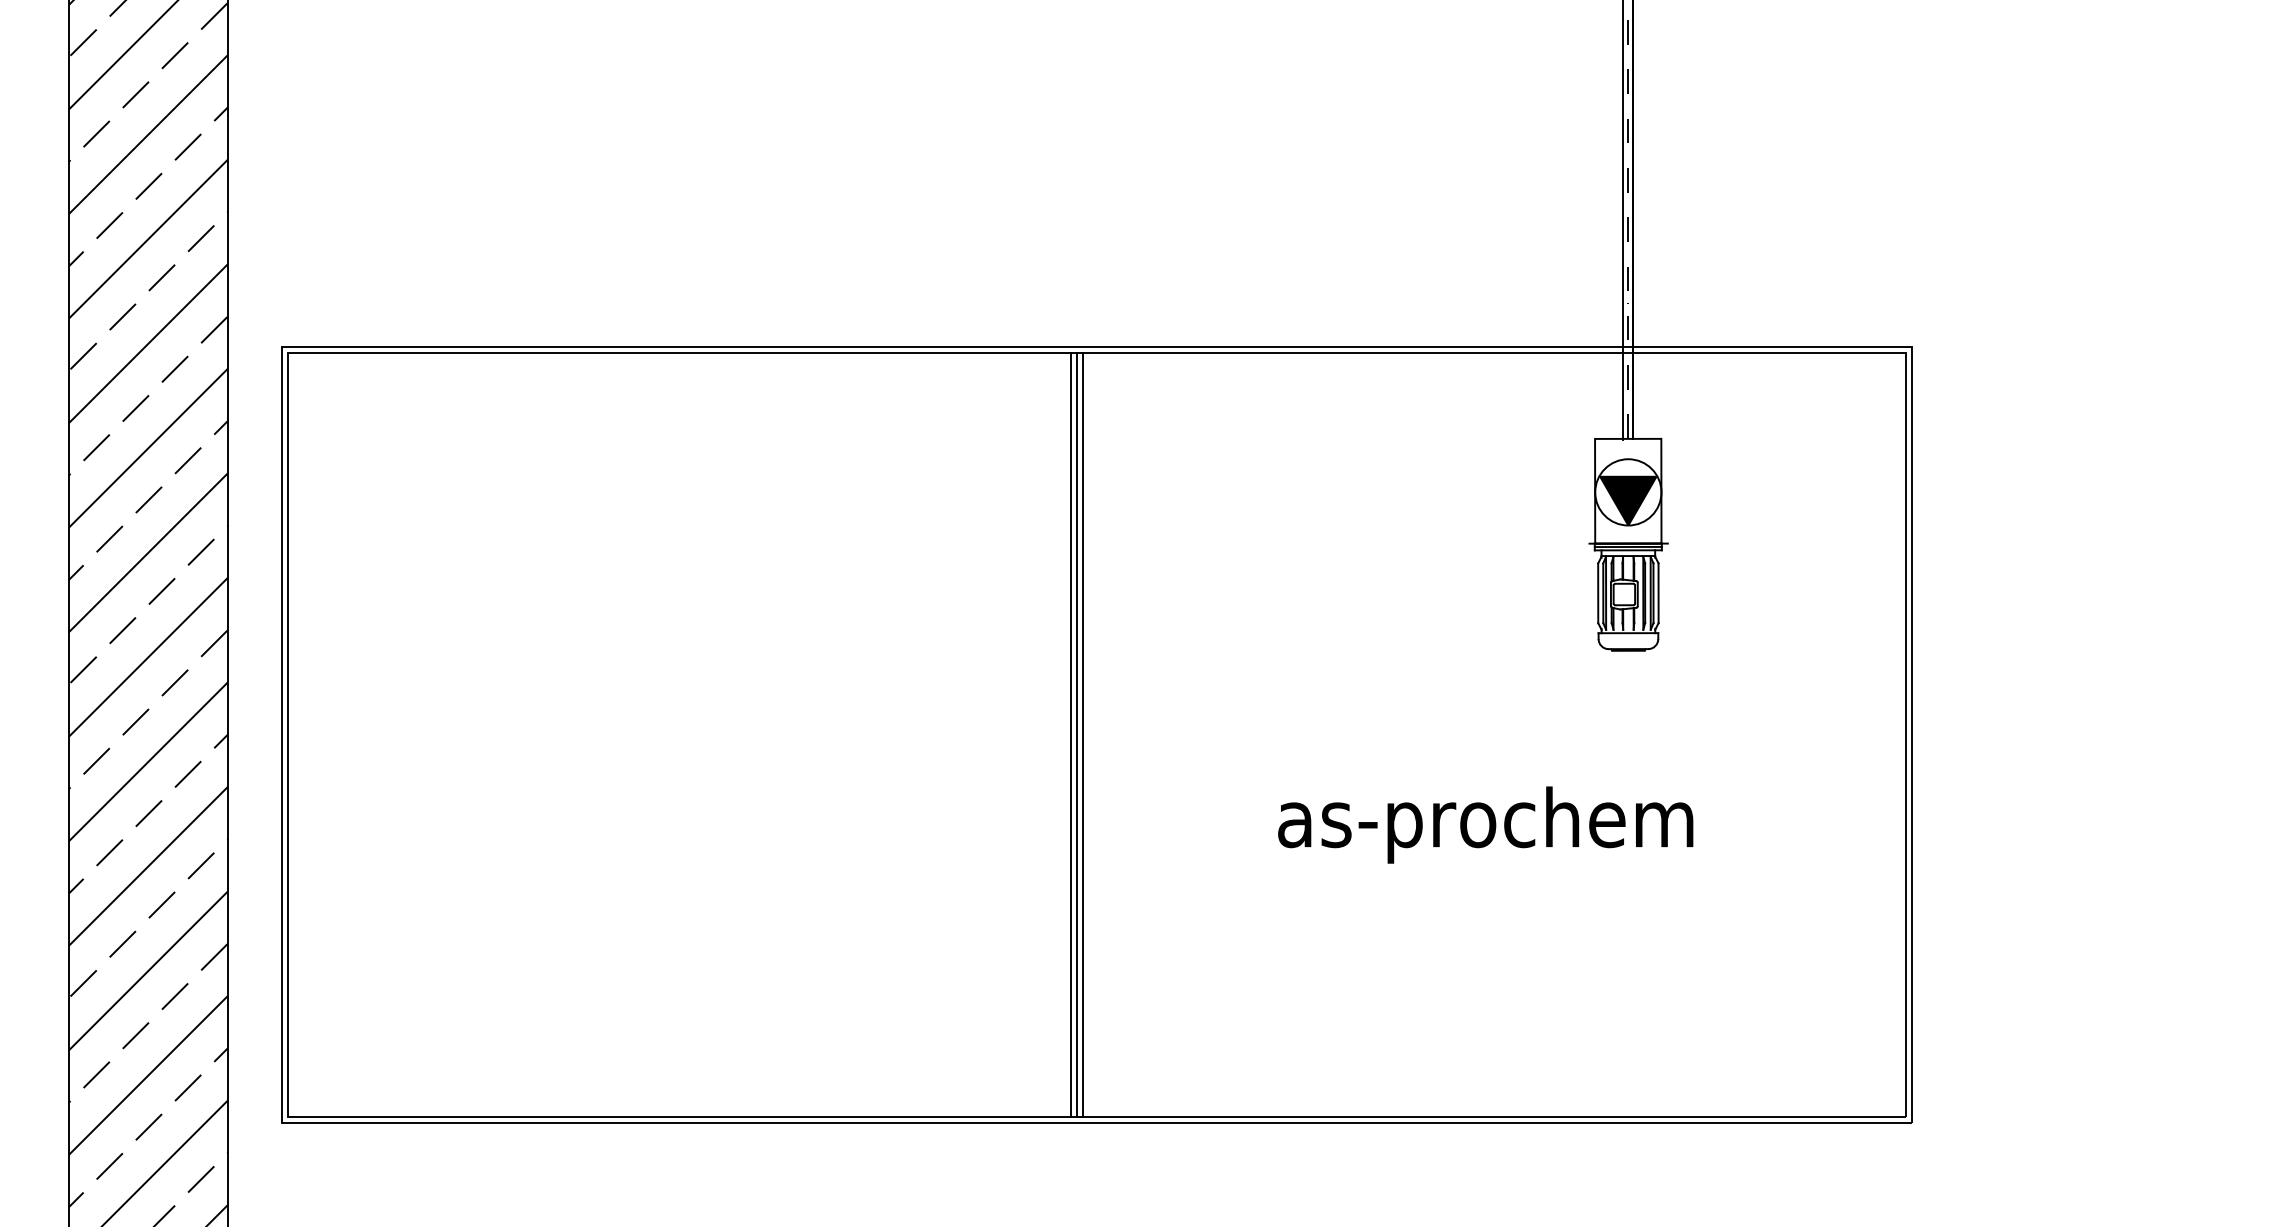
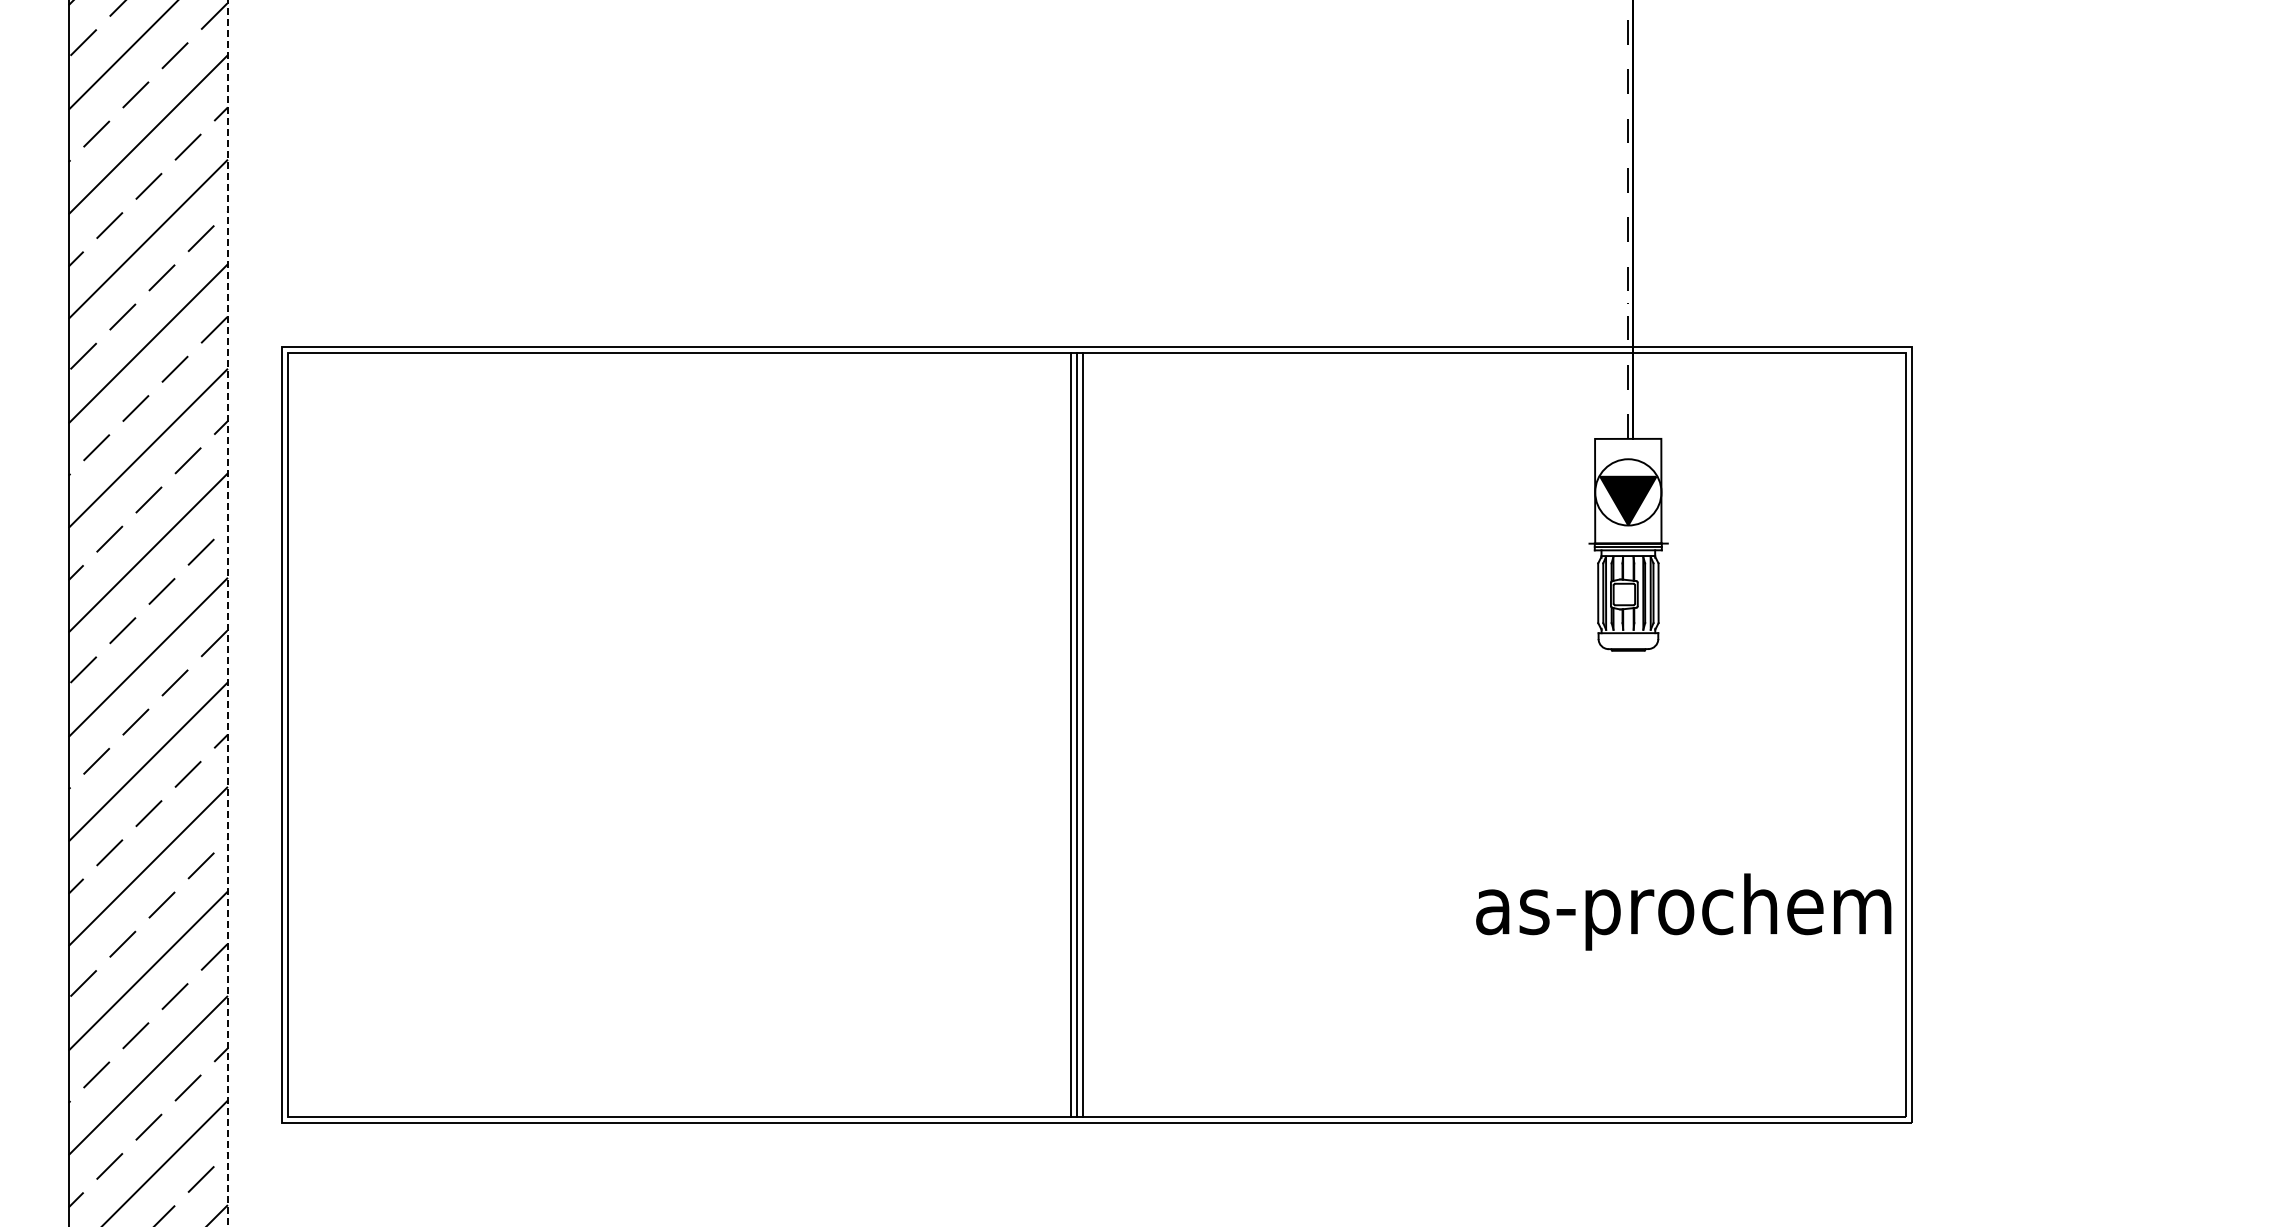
line at (1623, 221): present -> none
line at (227, 613): solid -> dashed
text at (1485, 824) position: (1485, 824) -> (1683, 911)
